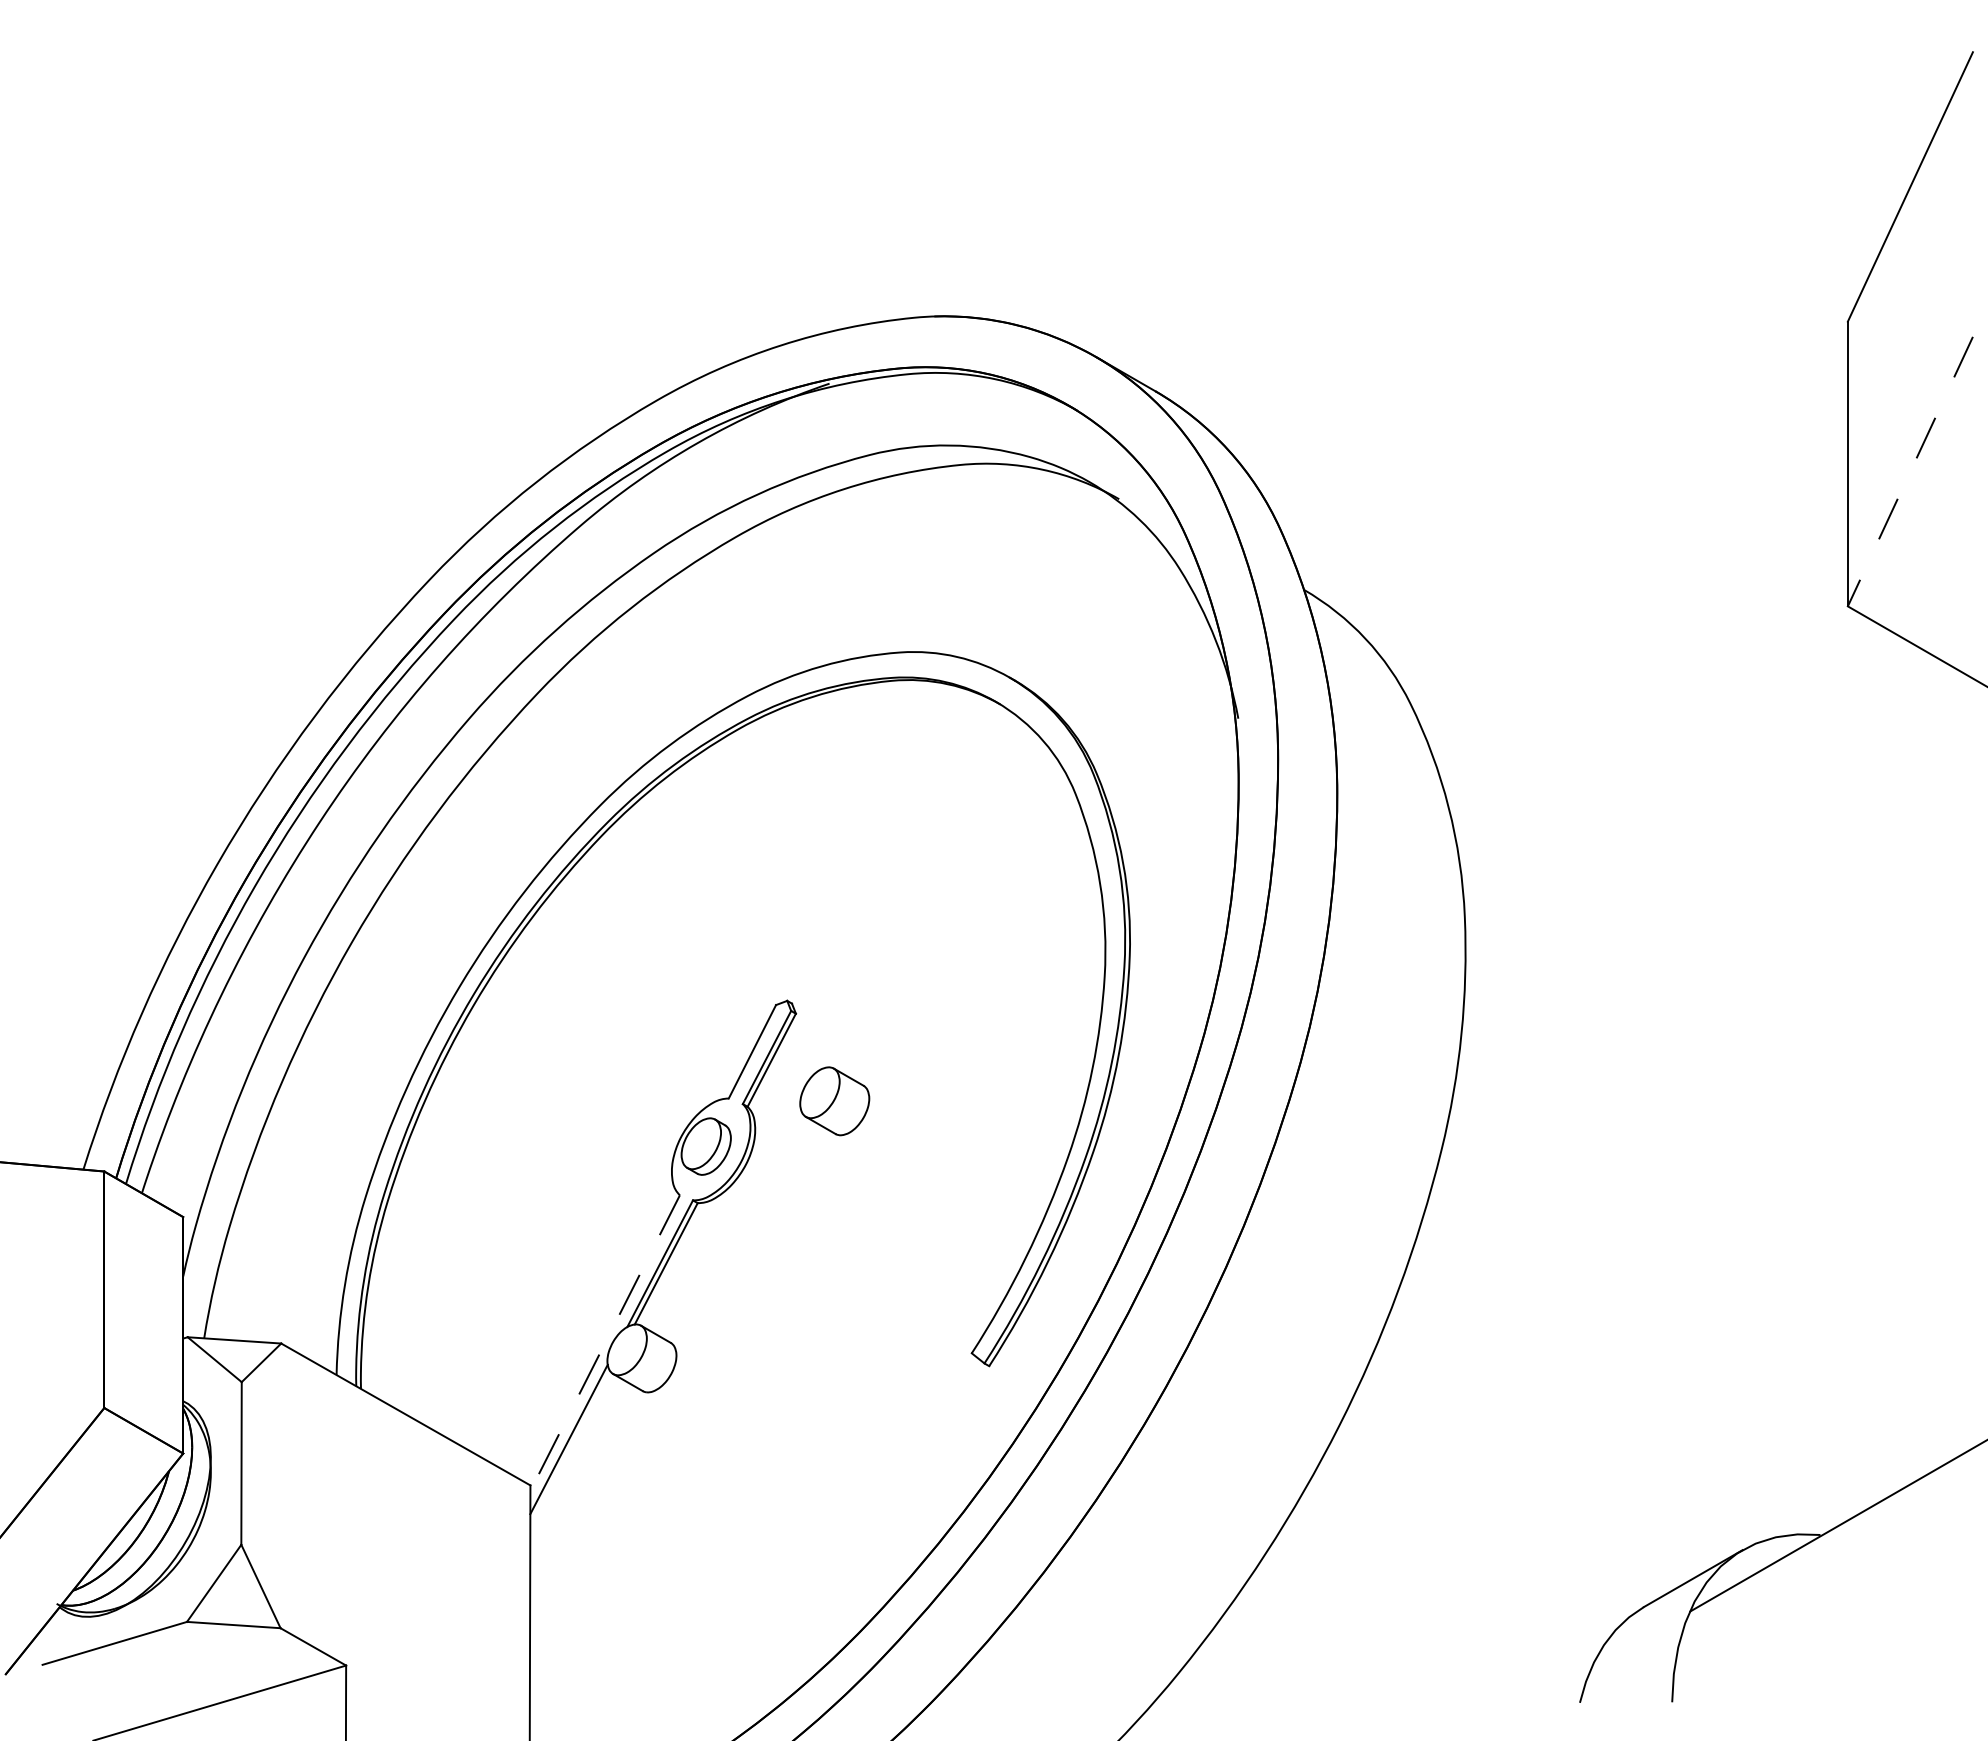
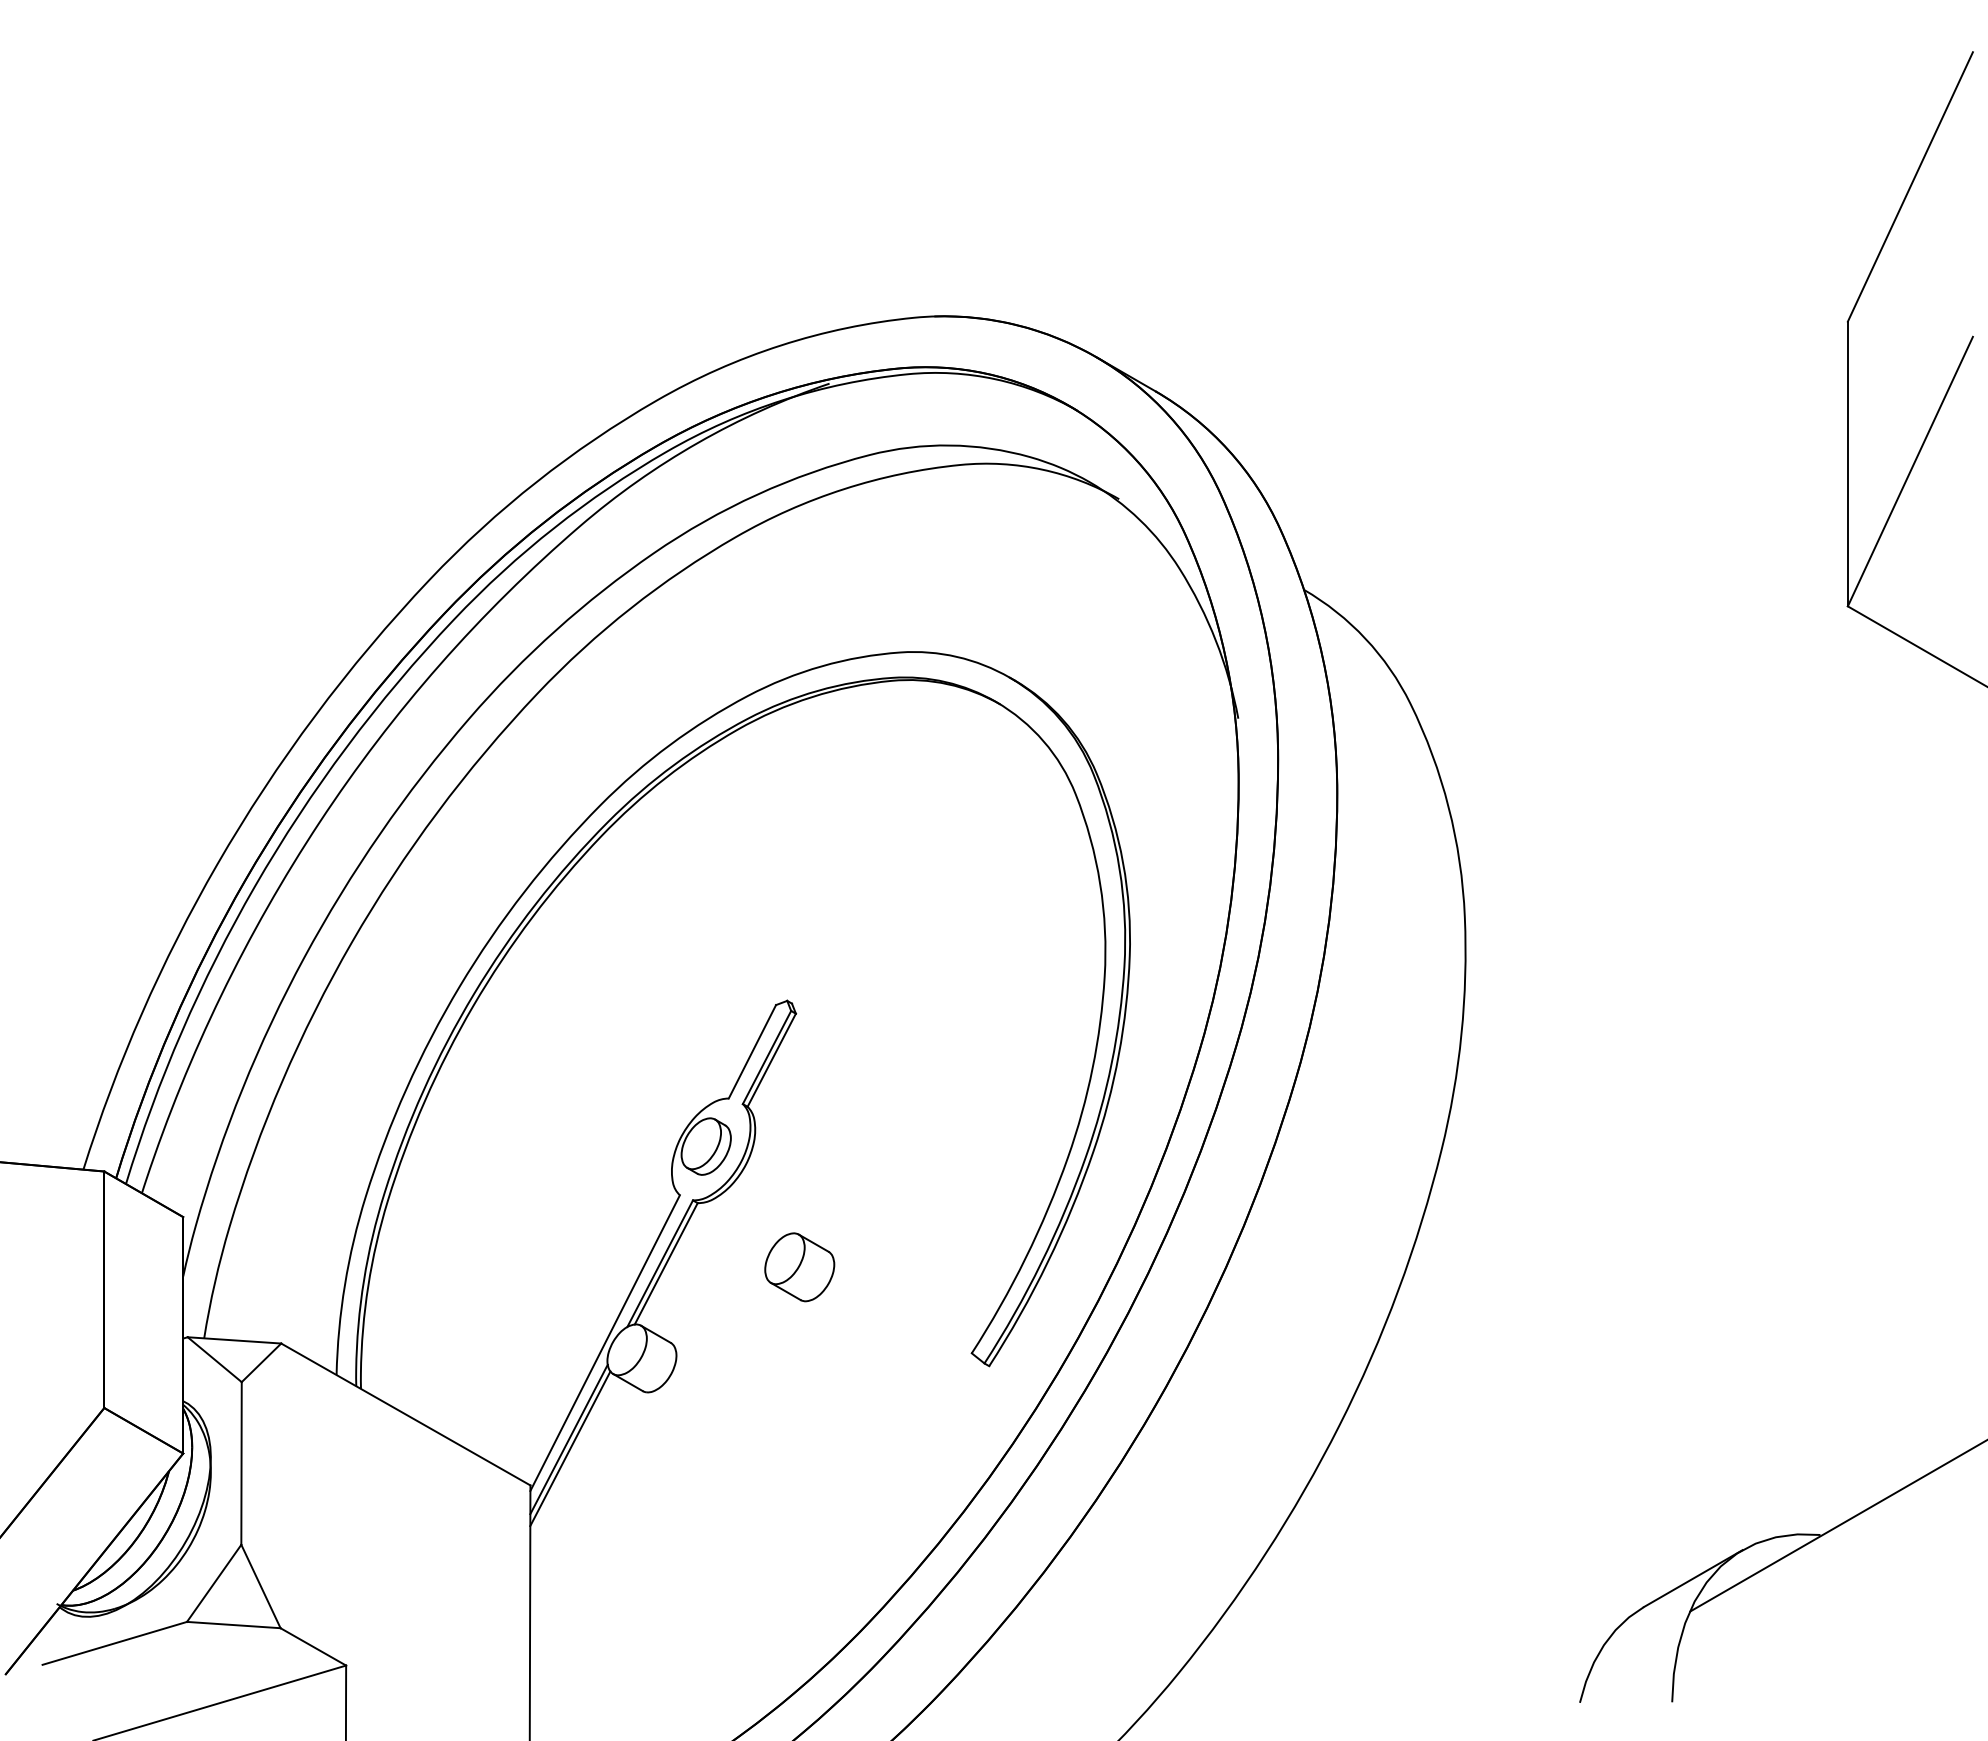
line at (1910, 471): dashed -> solid
part at (834, 1101) position: (834, 1101) -> (799, 1267)
line at (605, 1343): dashed -> solid
line at (570, 1448): none -> present
